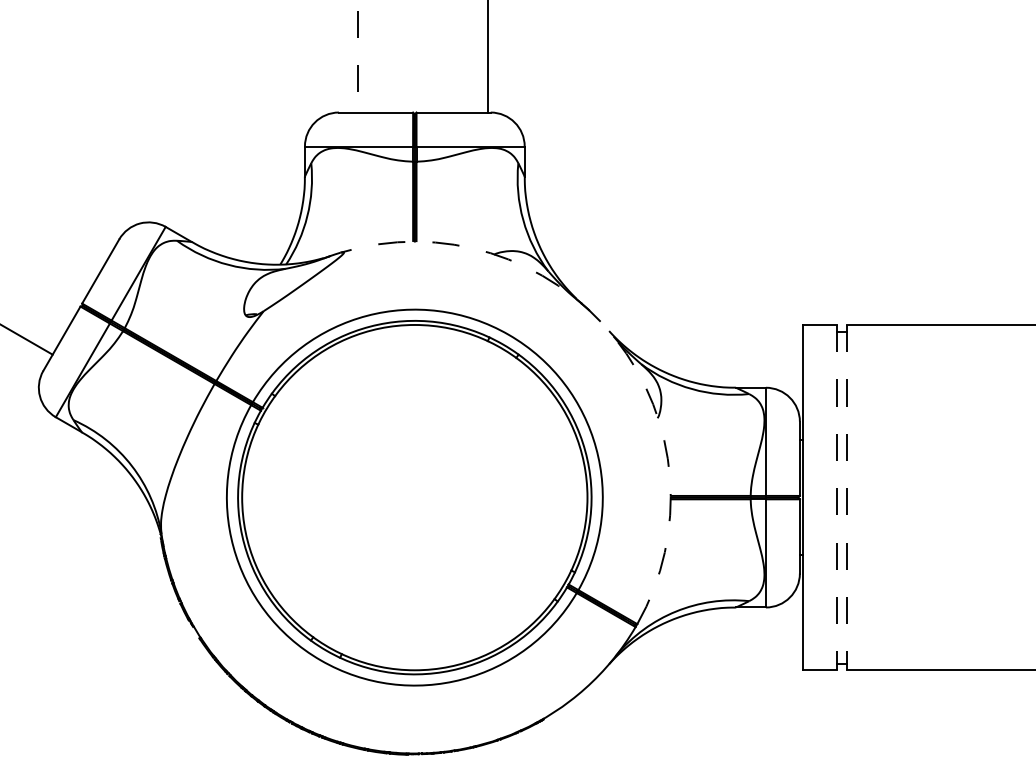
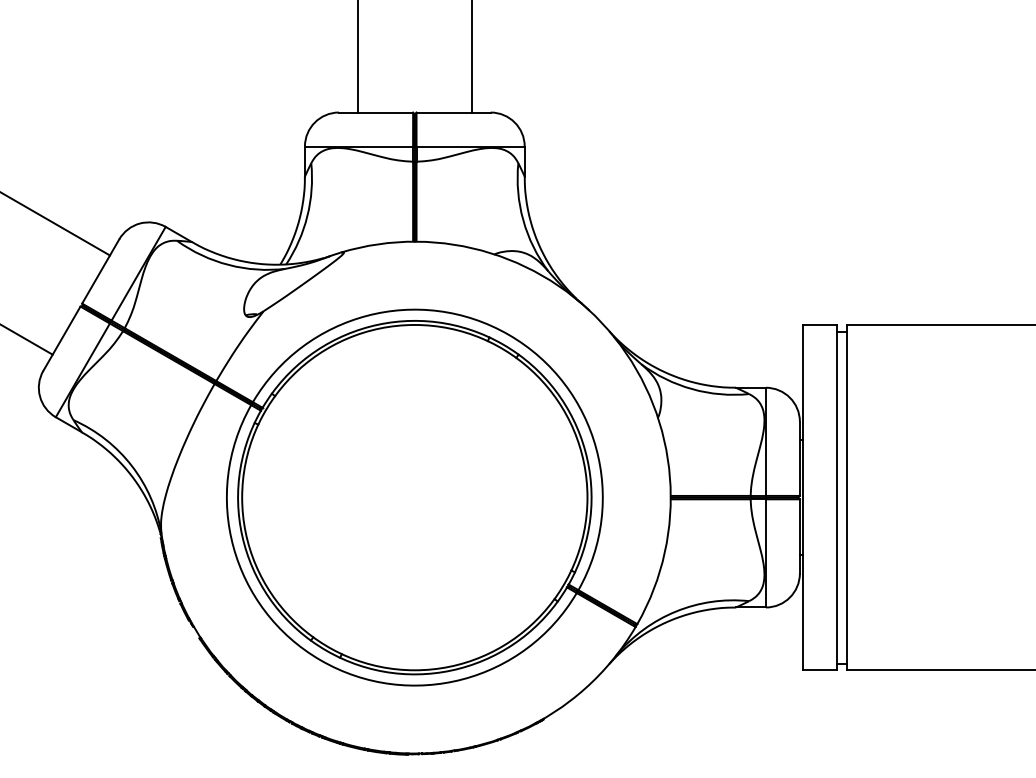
line at (357, 56): dashed -> solid
line at (488, 57) position: (488, 57) -> (472, 57)
line at (55, 224): none -> present
arc at (614, 337): dashed -> solid
line at (837, 497): dashed -> solid
line at (847, 497): dashed -> solid
